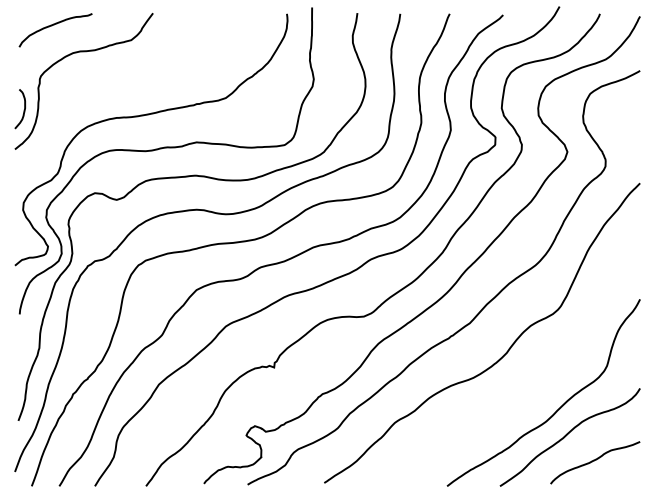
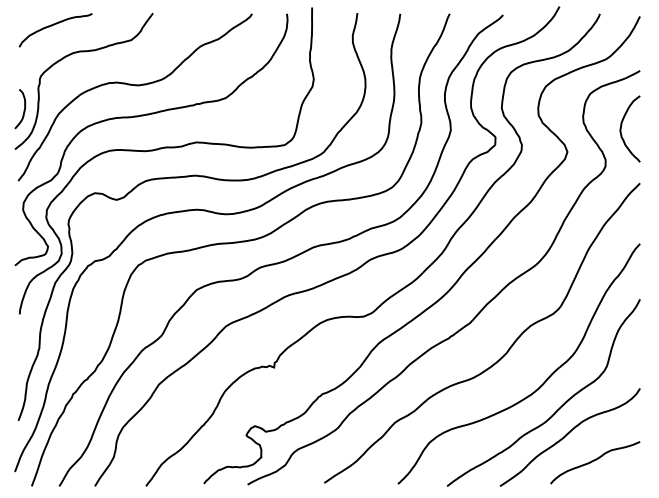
curve at (135, 86): none -> present
curve at (622, 125): none -> present
curve at (540, 385): none -> present
